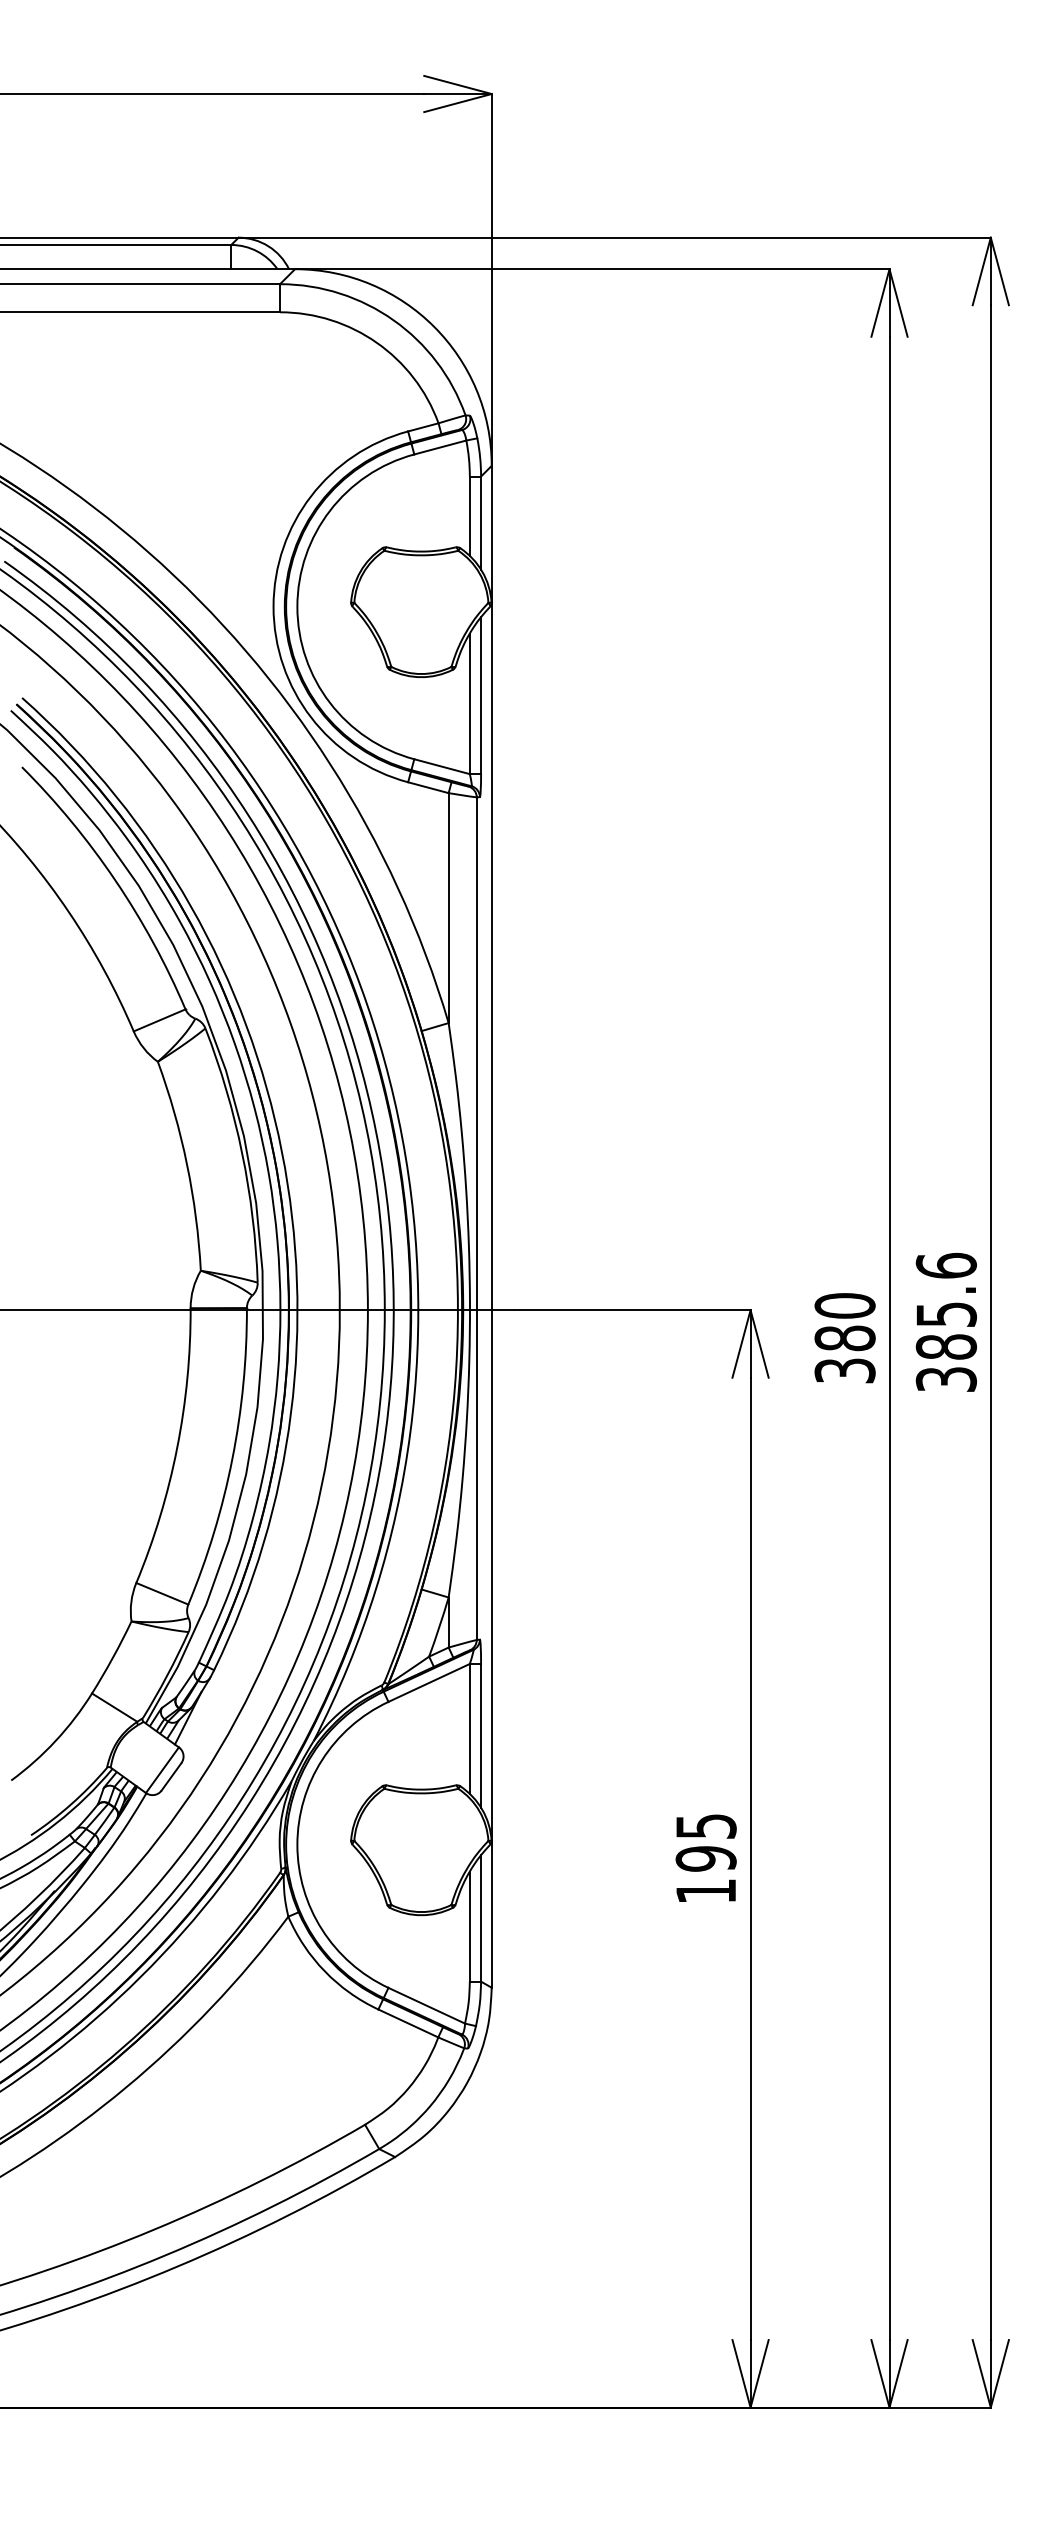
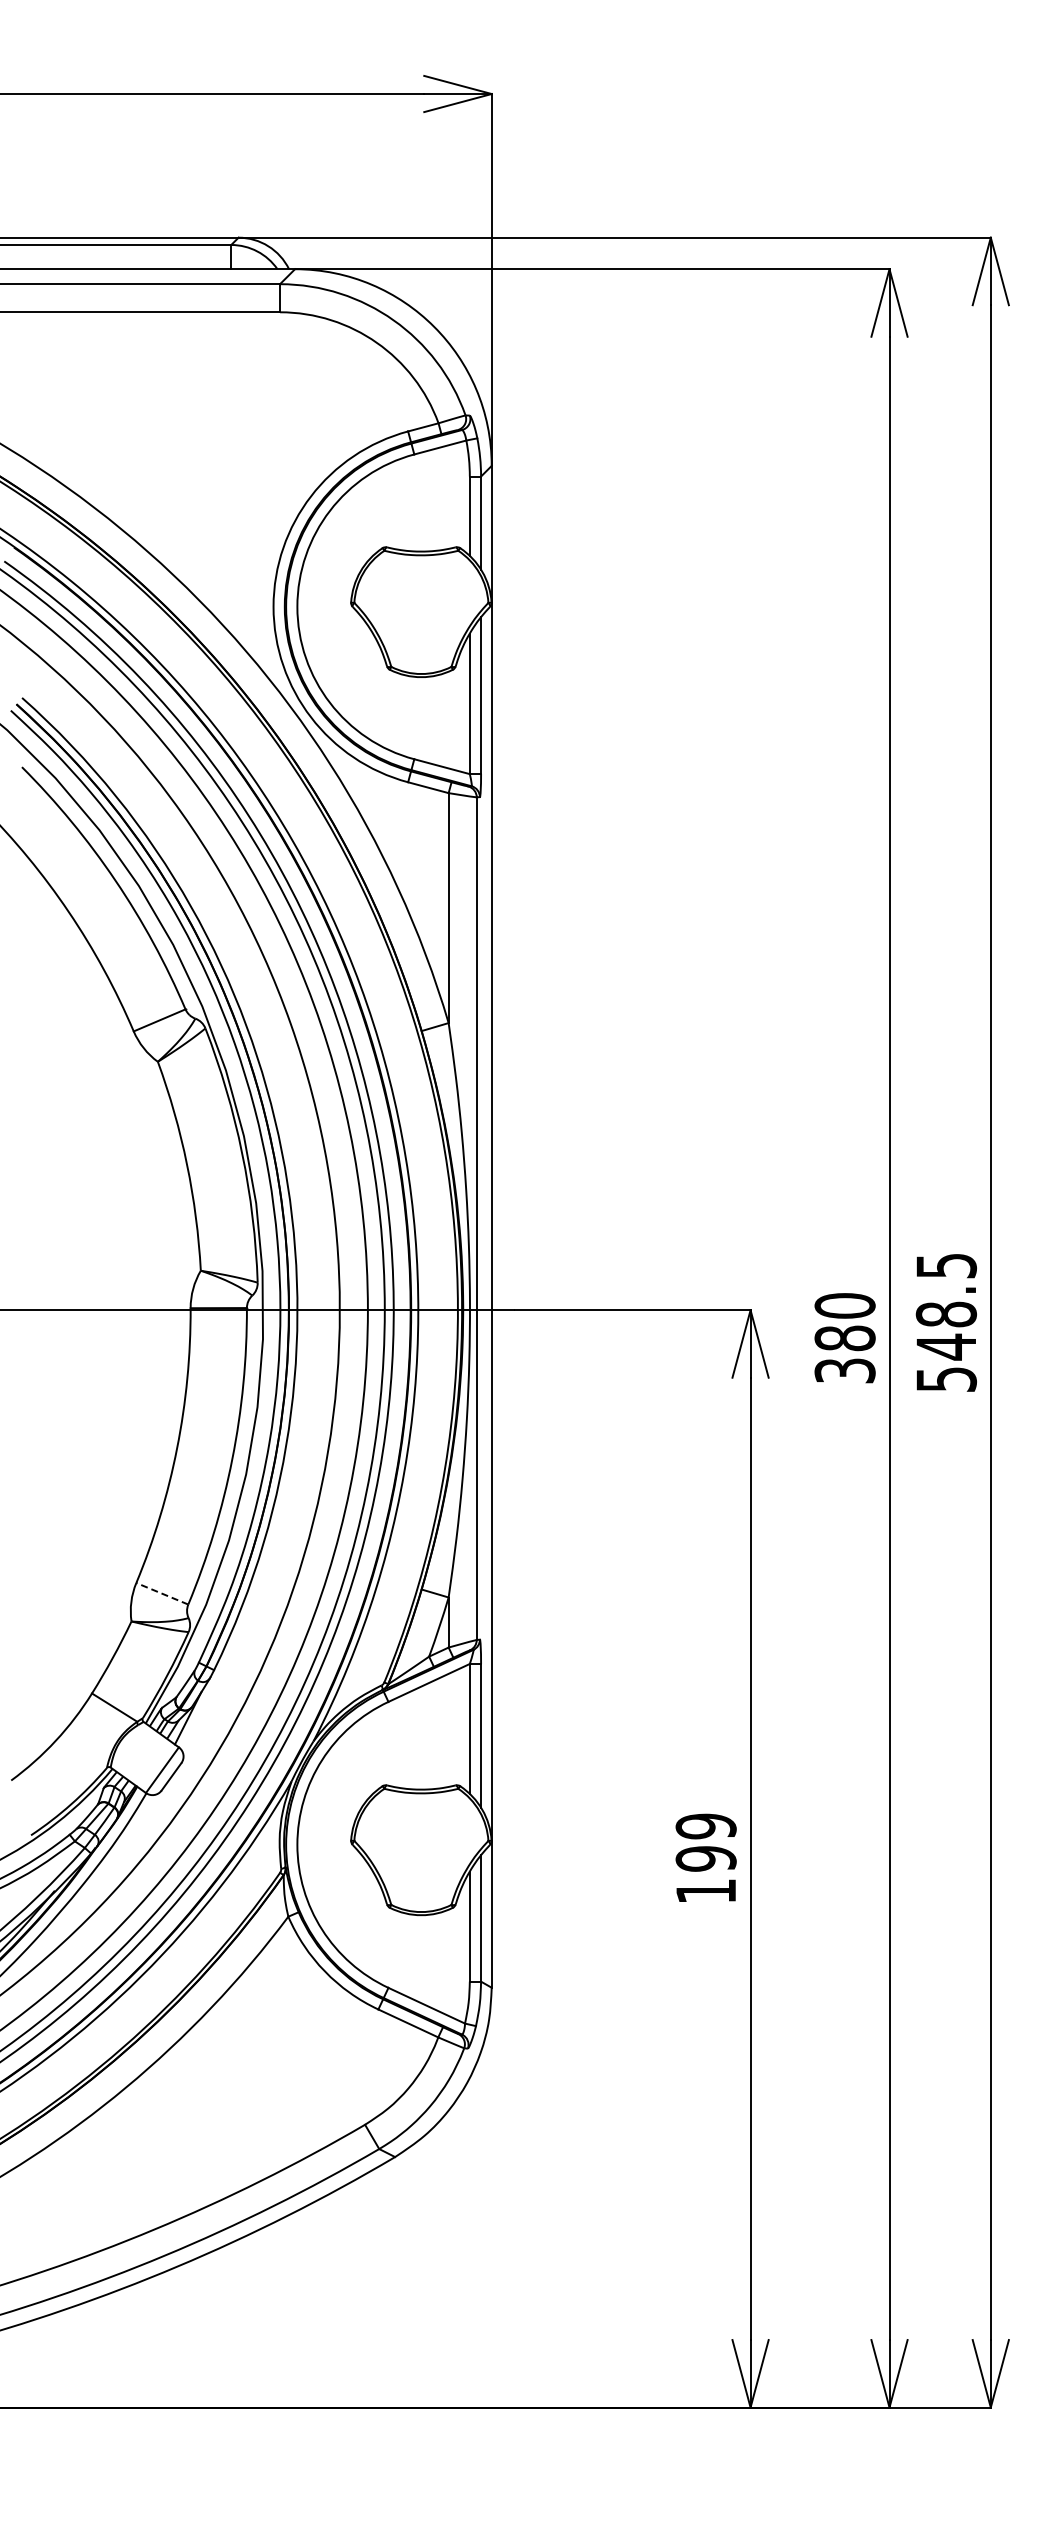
text at (946, 1321): 385.6 -> 548.5
line at (161, 1593): solid -> dashed
text at (705, 1826): 195 -> 199
